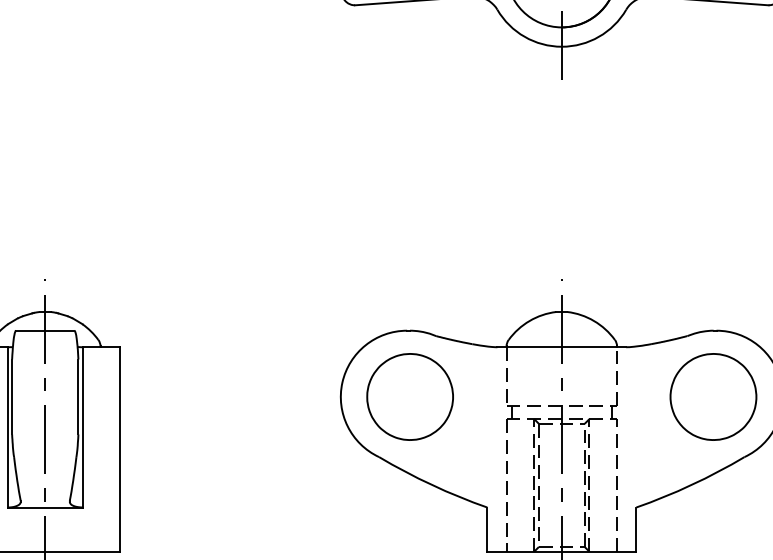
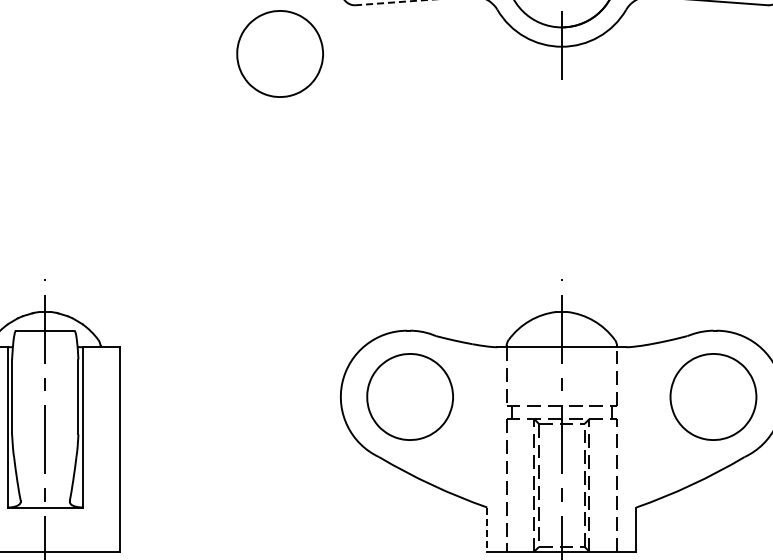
line at (390, 2): solid -> dashed
part at (279, 53): none -> present
line at (487, 530): solid -> dashed
